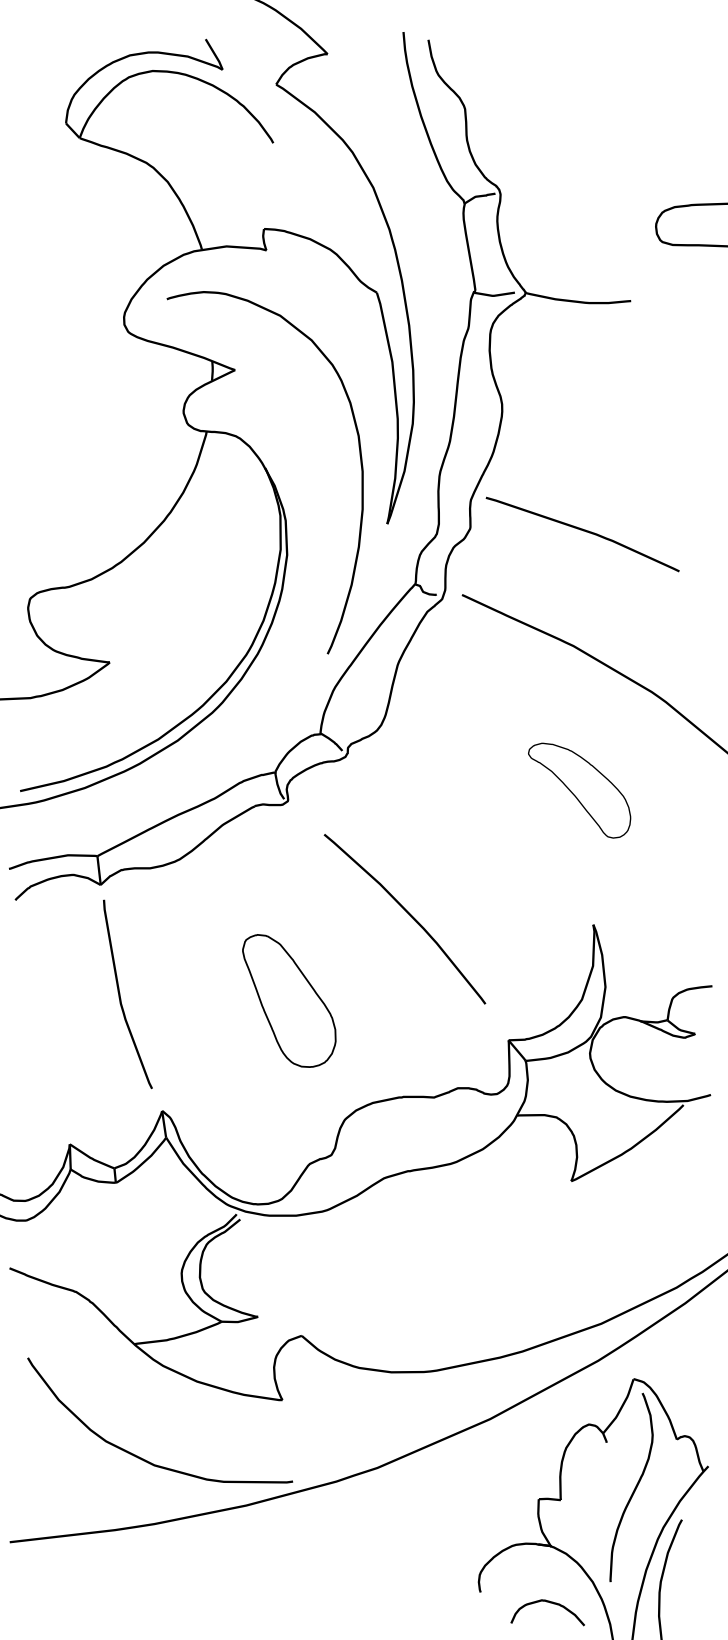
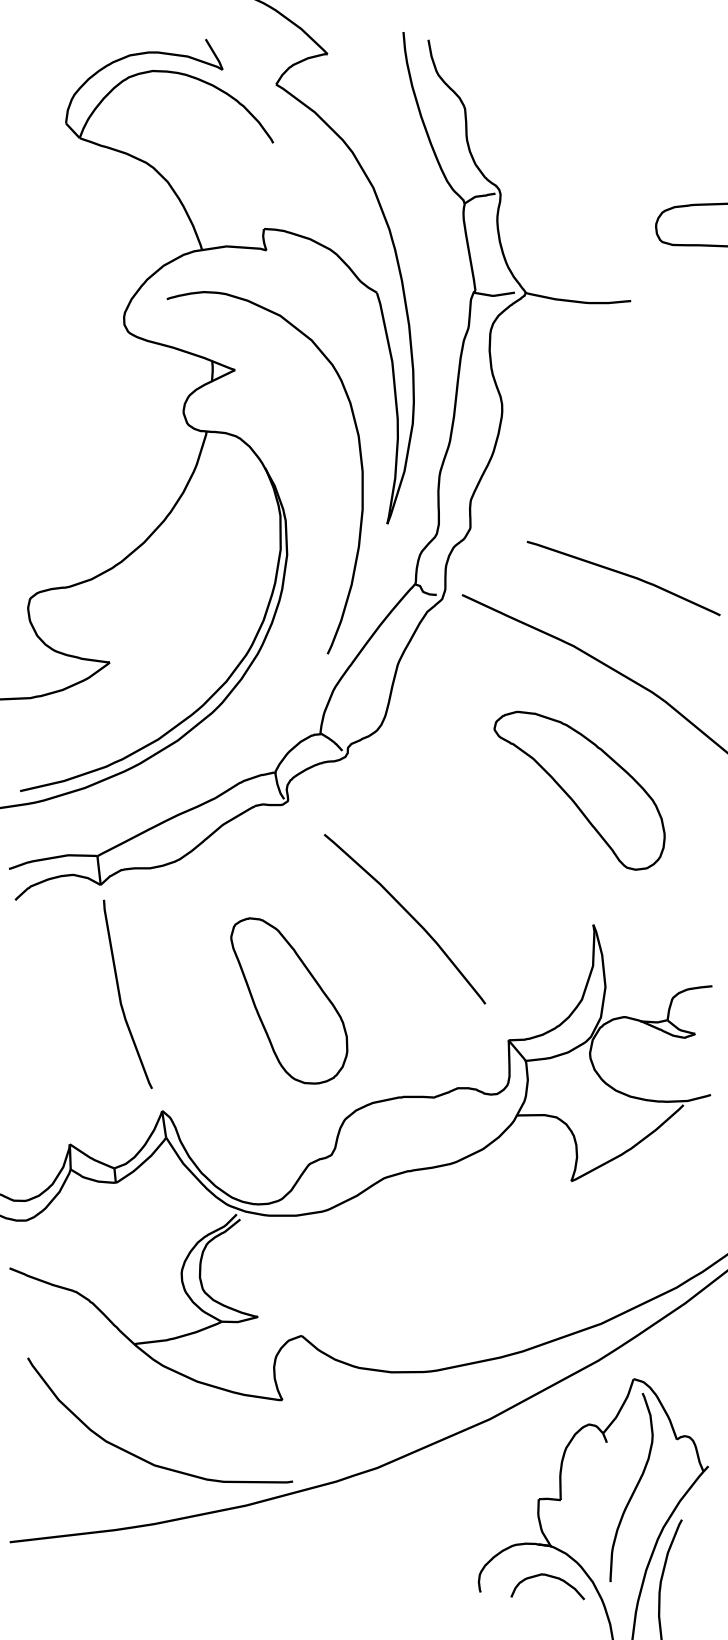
curve at (583, 531) position: (583, 531) -> (624, 575)
part at (579, 790) size: 104x97 px -> 173x161 px
part at (289, 1000) size: 95x134 px -> 119x168 px
curve at (550, 1603) position: (550, 1603) -> (550, 1577)
